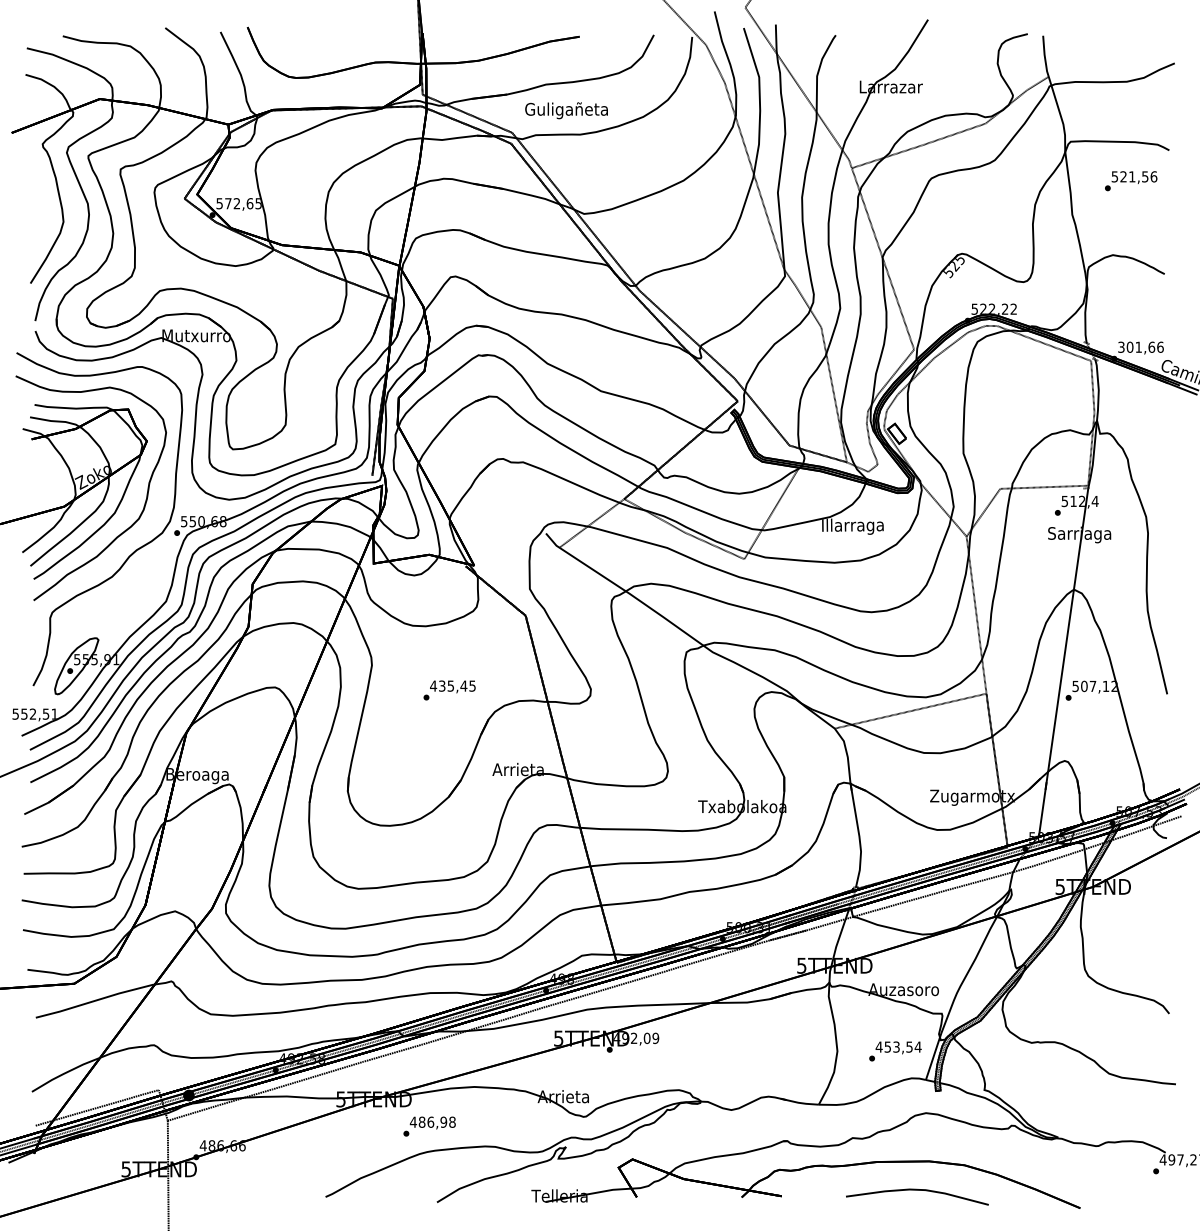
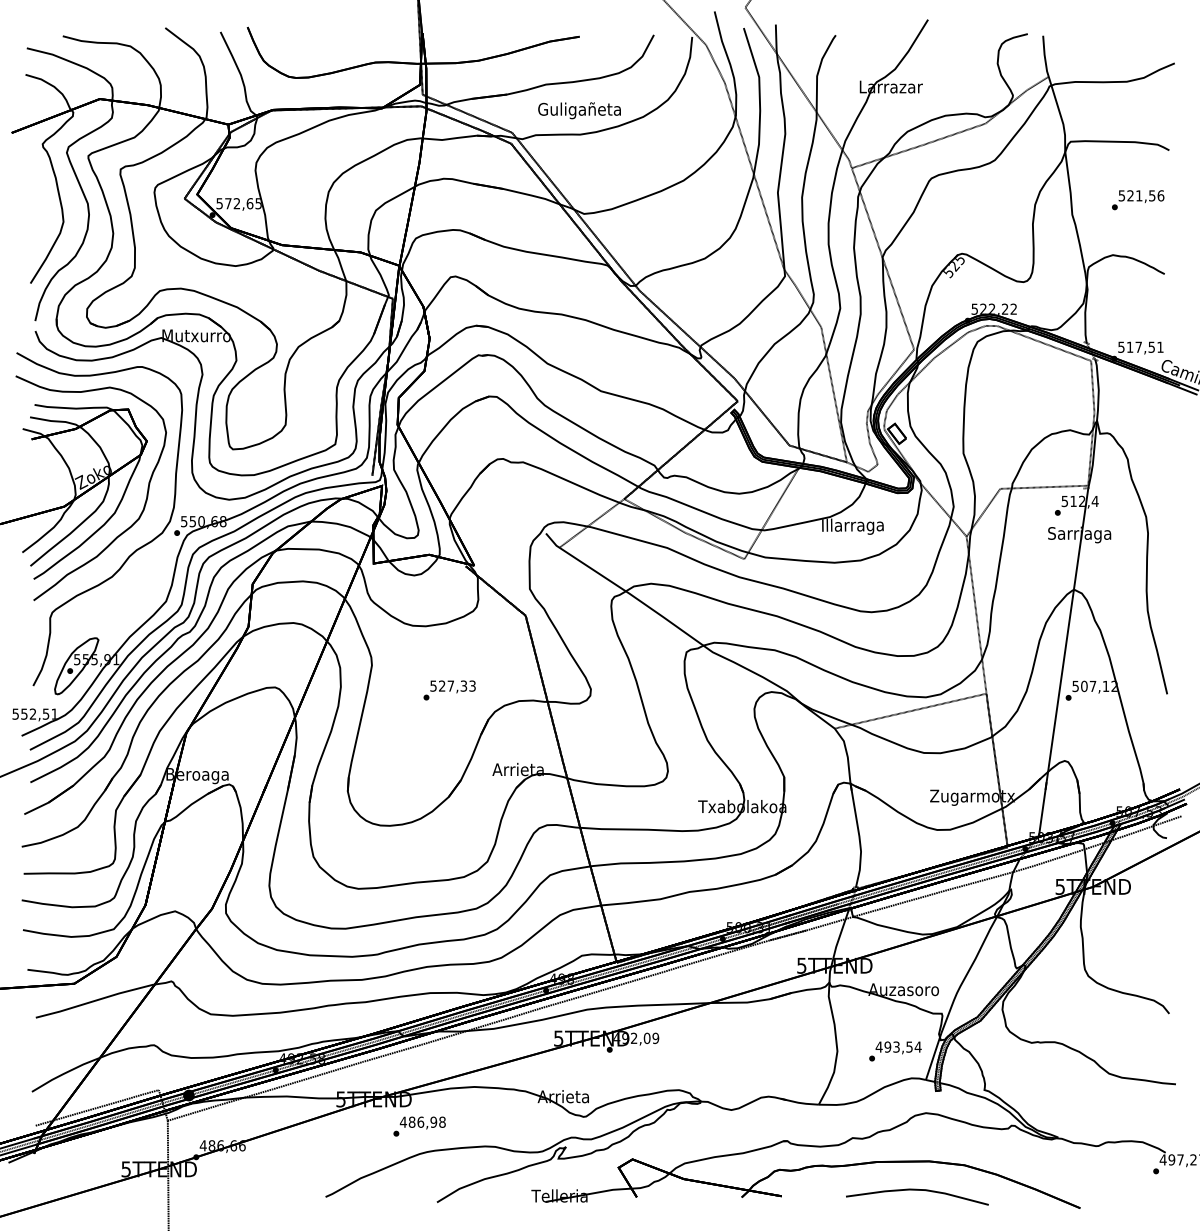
text at (566, 110) position: (566, 110) -> (579, 110)
text at (1131, 181) position: (1131, 181) -> (1138, 200)
text at (1140, 346): 301,66 -> 517,51
text at (452, 685): 435,45 -> 527,33
text at (887, 1046): 453,54 -> 493,54
text at (429, 1126) position: (429, 1126) -> (419, 1126)
